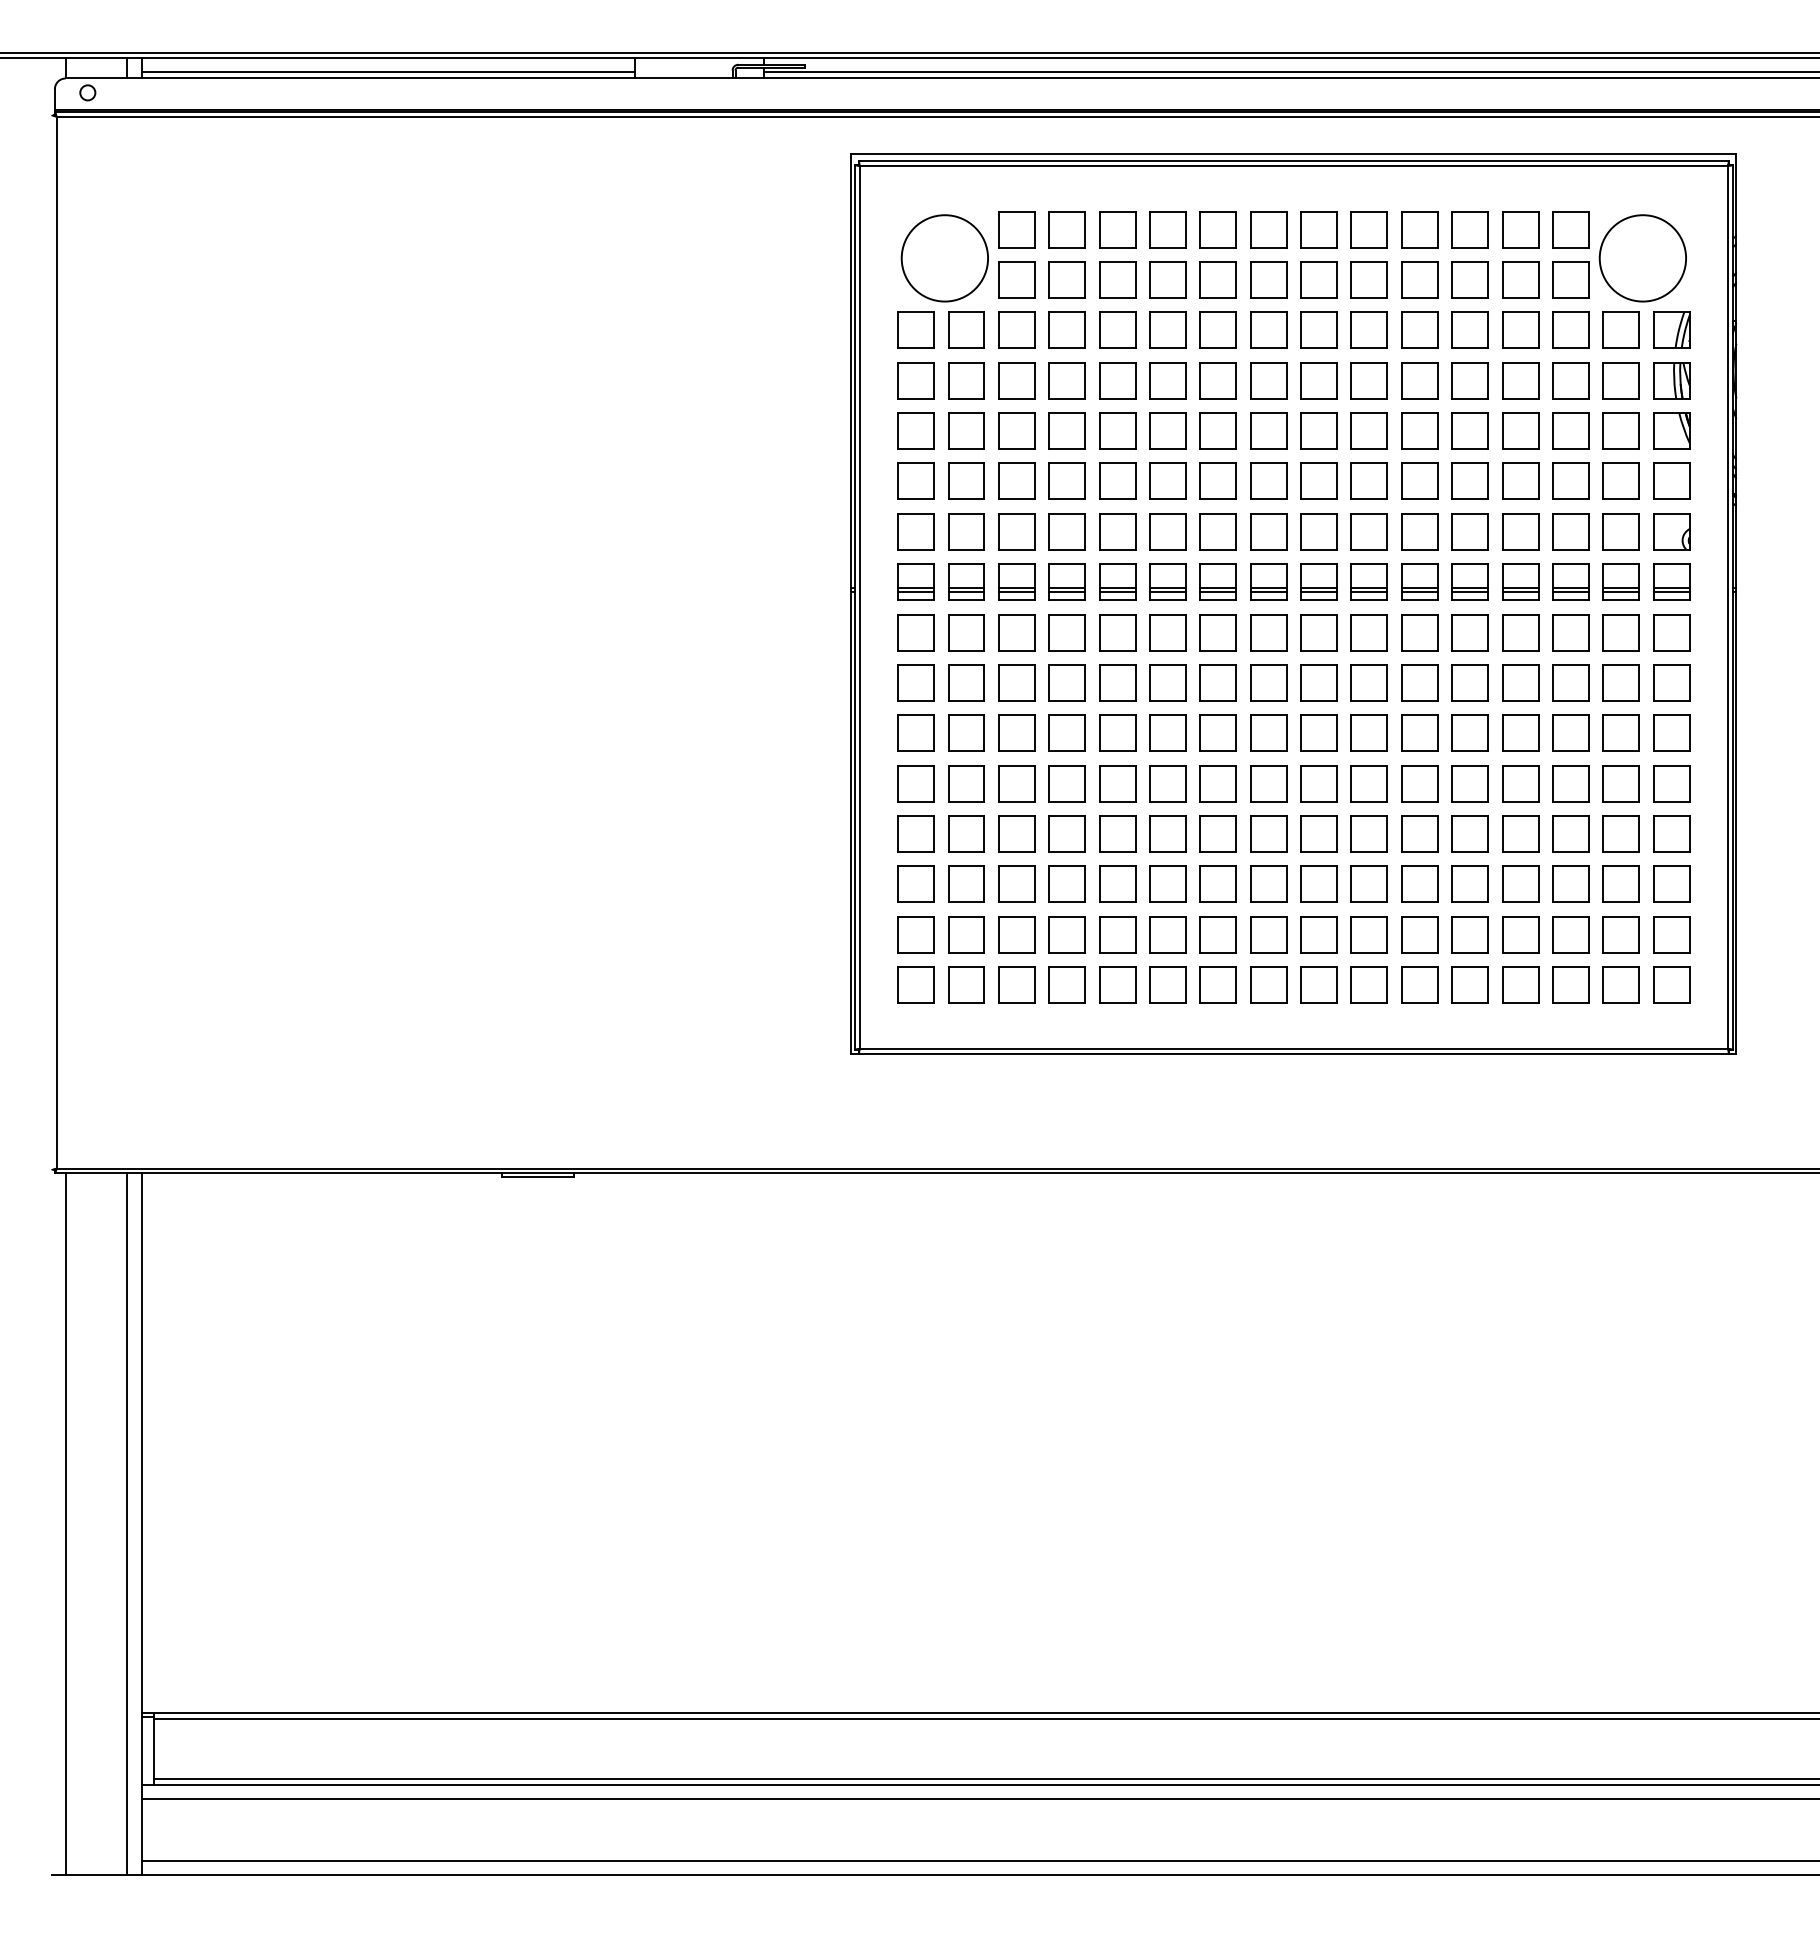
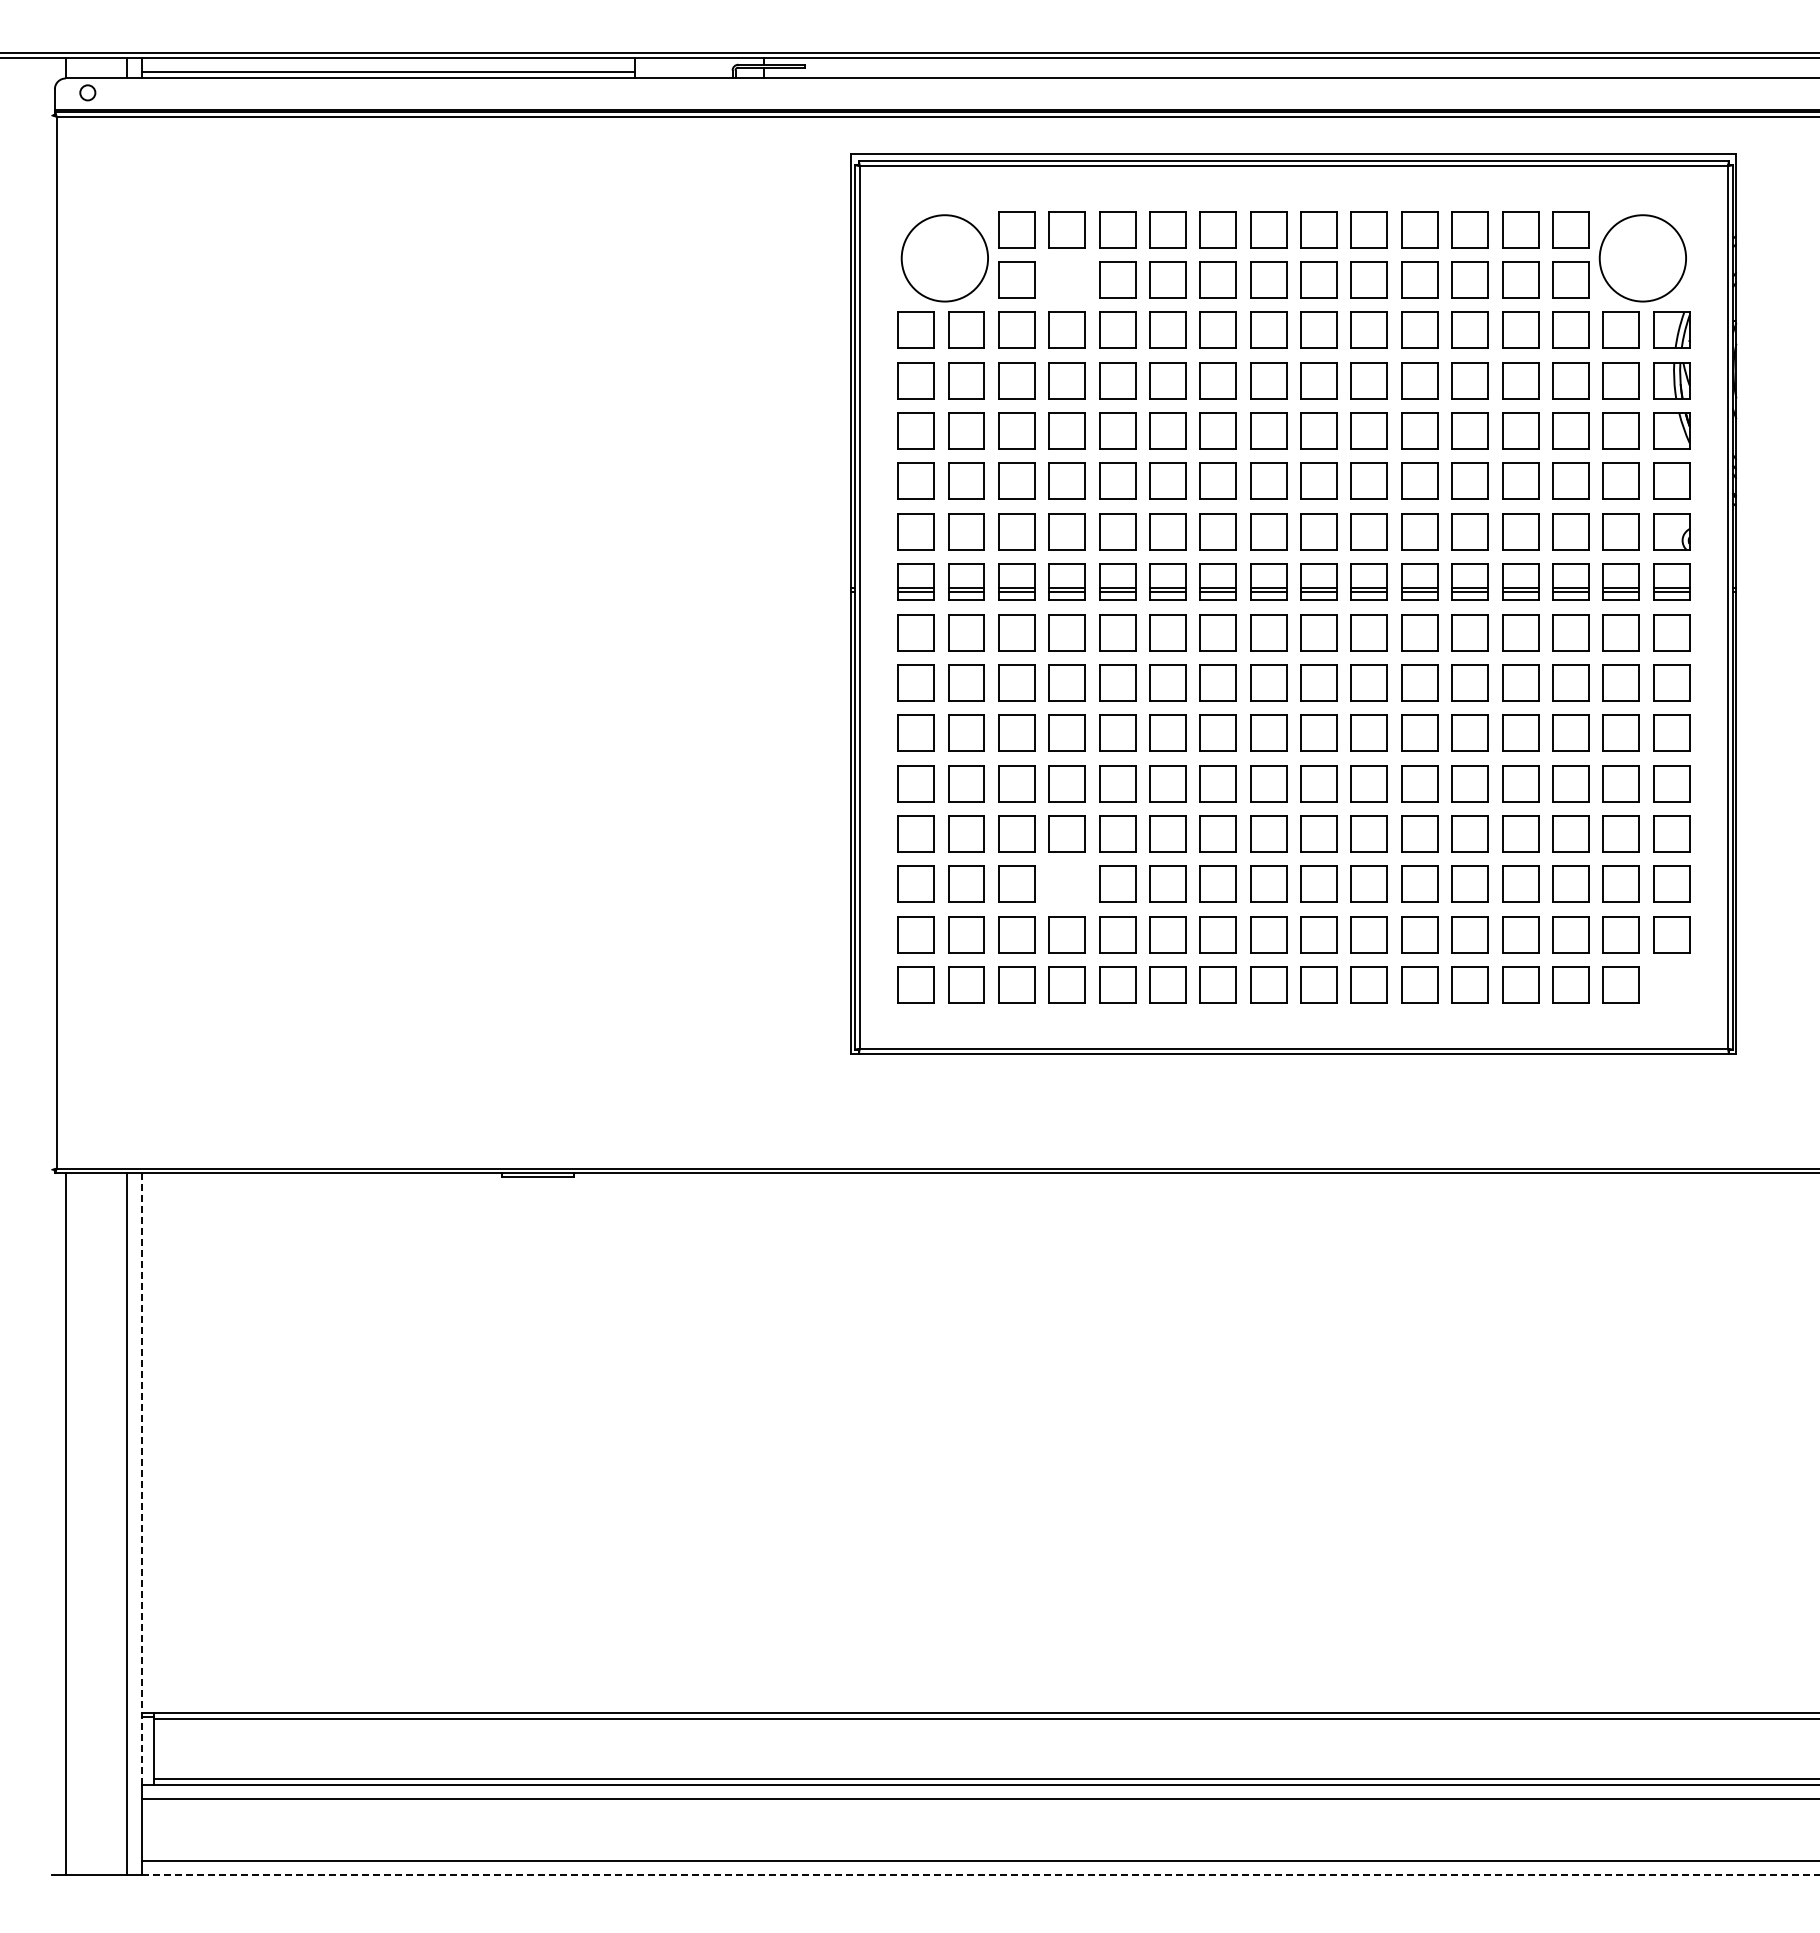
line at (1290, 72): present -> none
part at (1066, 279): present -> none
part at (1066, 883): present -> none
part at (1671, 984): present -> none
line at (141, 1479): solid -> dashed
line at (980, 1875): solid -> dashed
